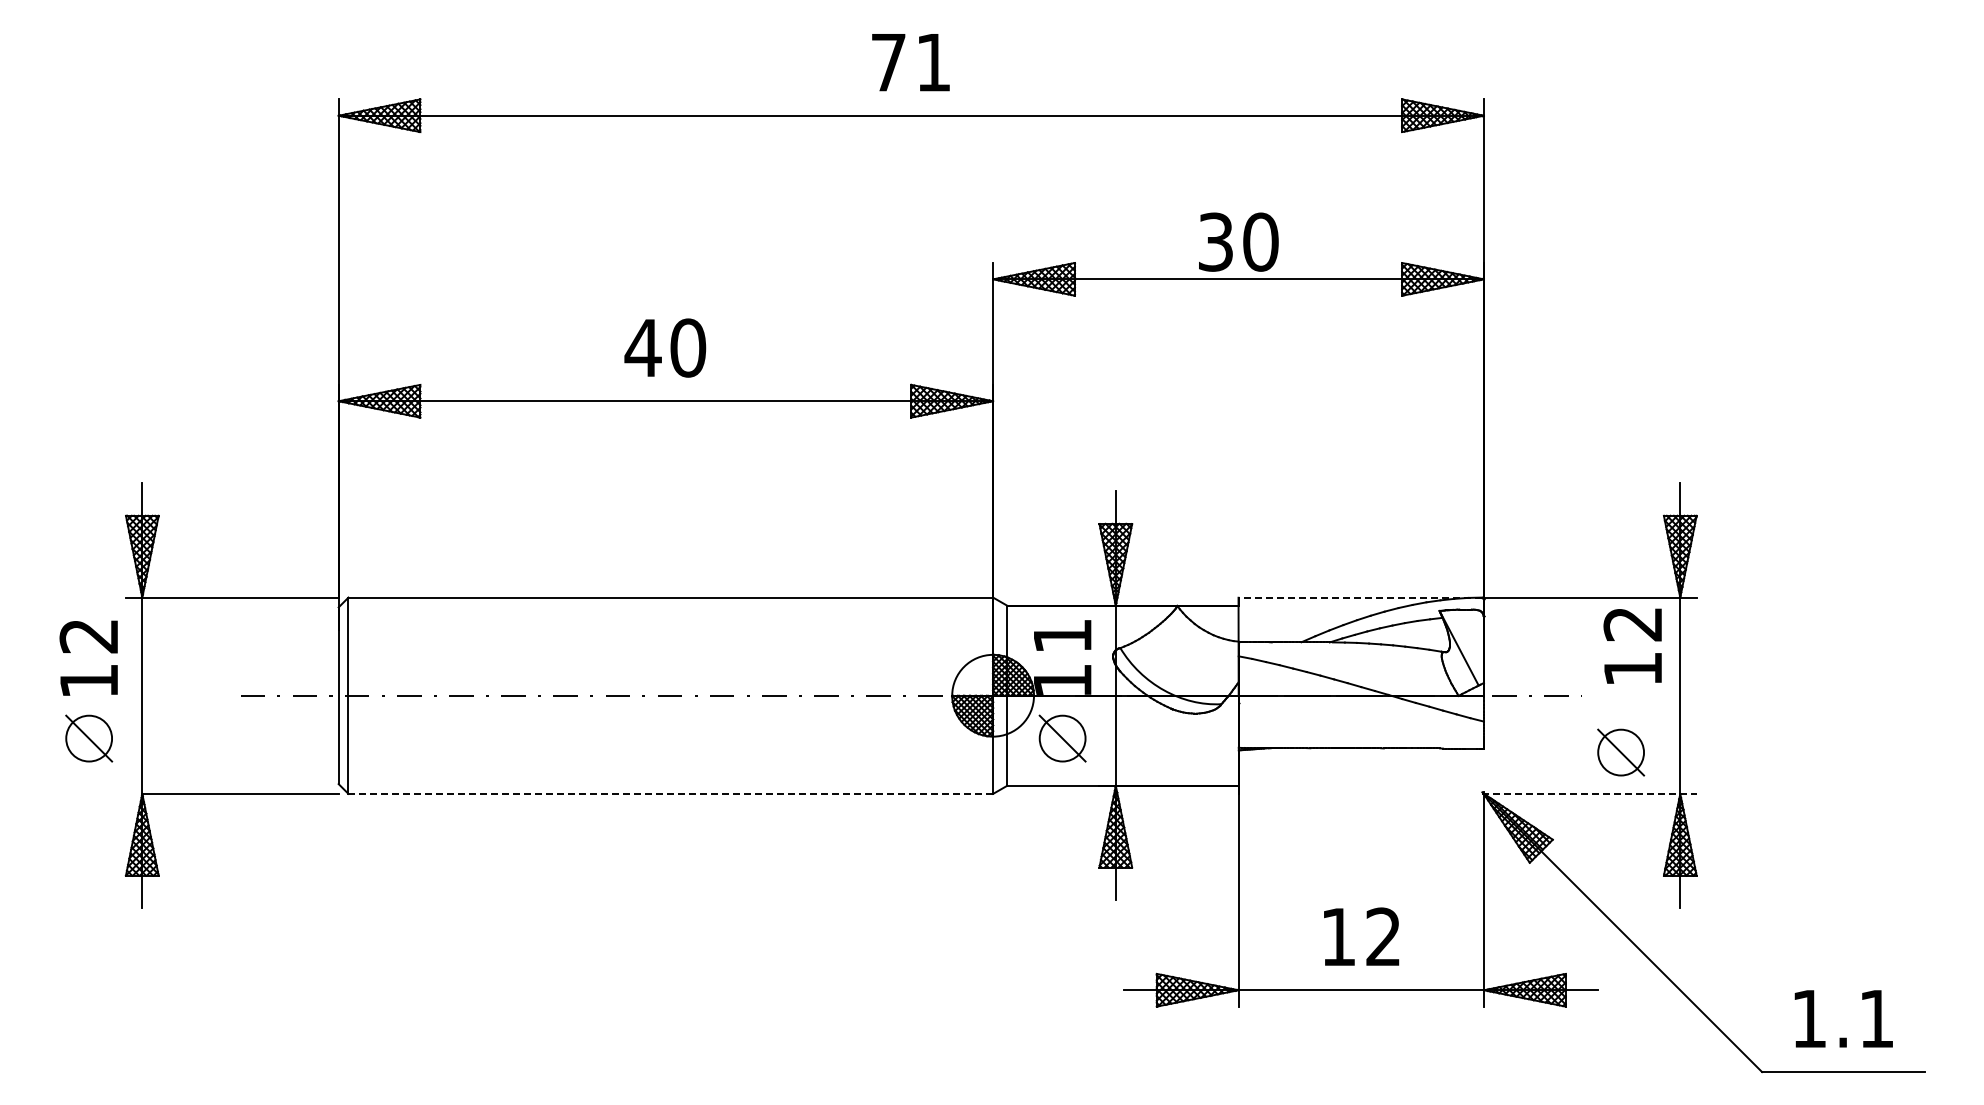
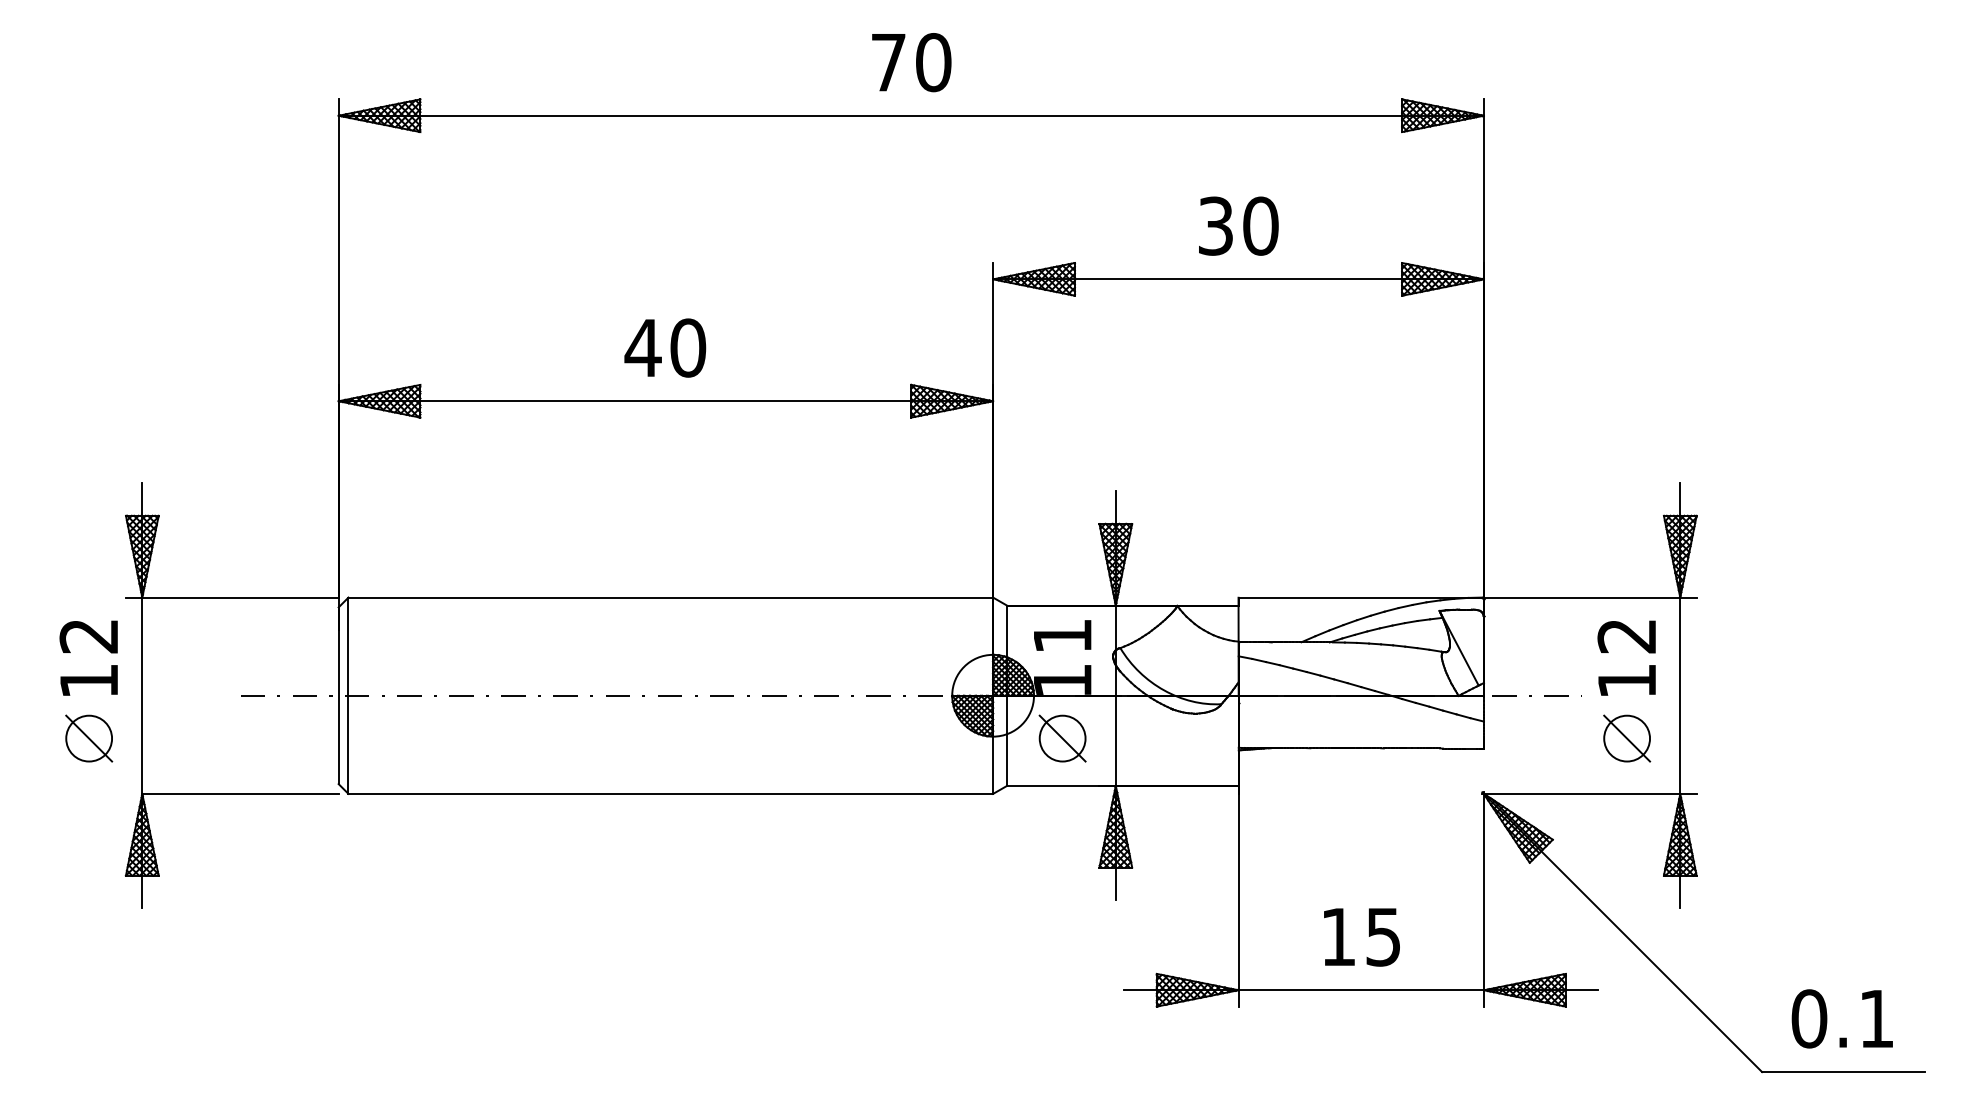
text at (933, 62): 71 -> 70
text at (1238, 241) position: (1238, 241) -> (1238, 225)
line at (1360, 597): dashed -> solid
text at (1632, 645) position: (1632, 645) -> (1626, 657)
part at (1621, 752) position: (1621, 752) -> (1627, 738)
line at (671, 793): dashed -> solid
line at (1589, 793): dashed -> solid
text at (1382, 936): 12 -> 15
text at (1809, 1018): 1.1 -> 0.1
